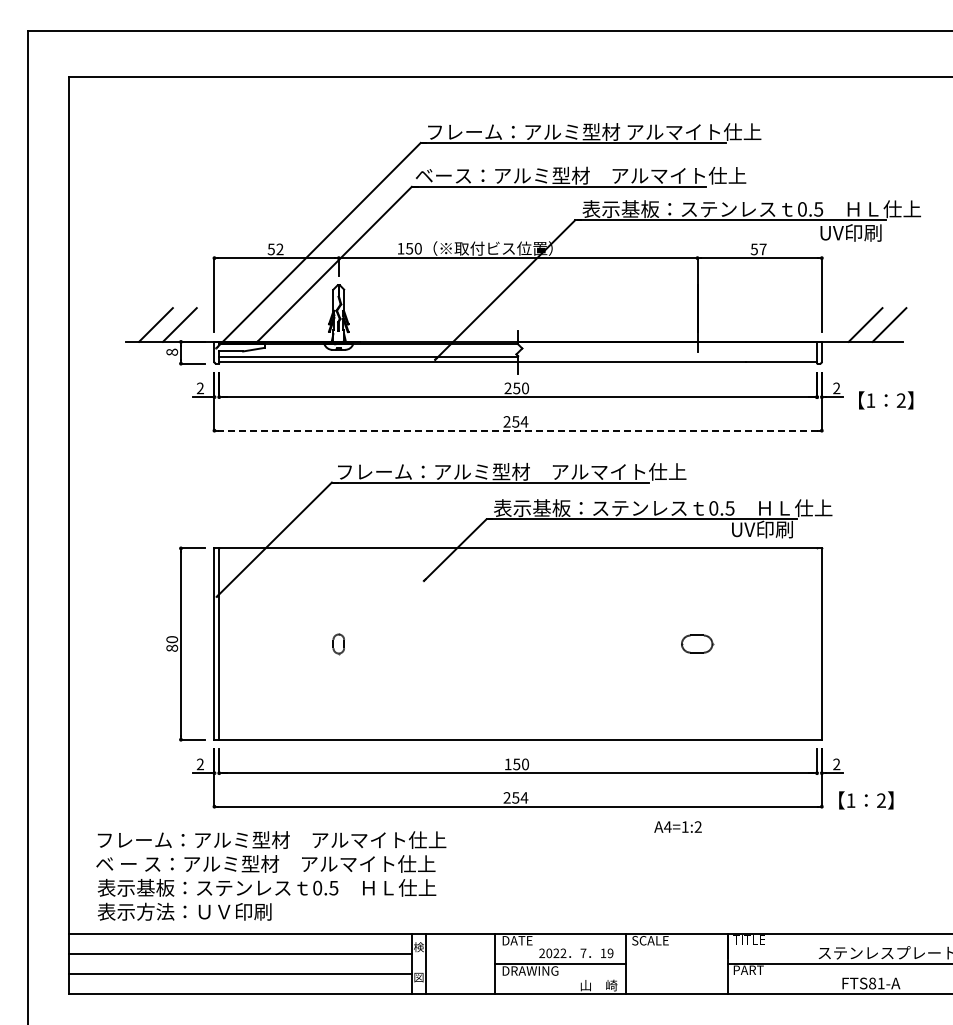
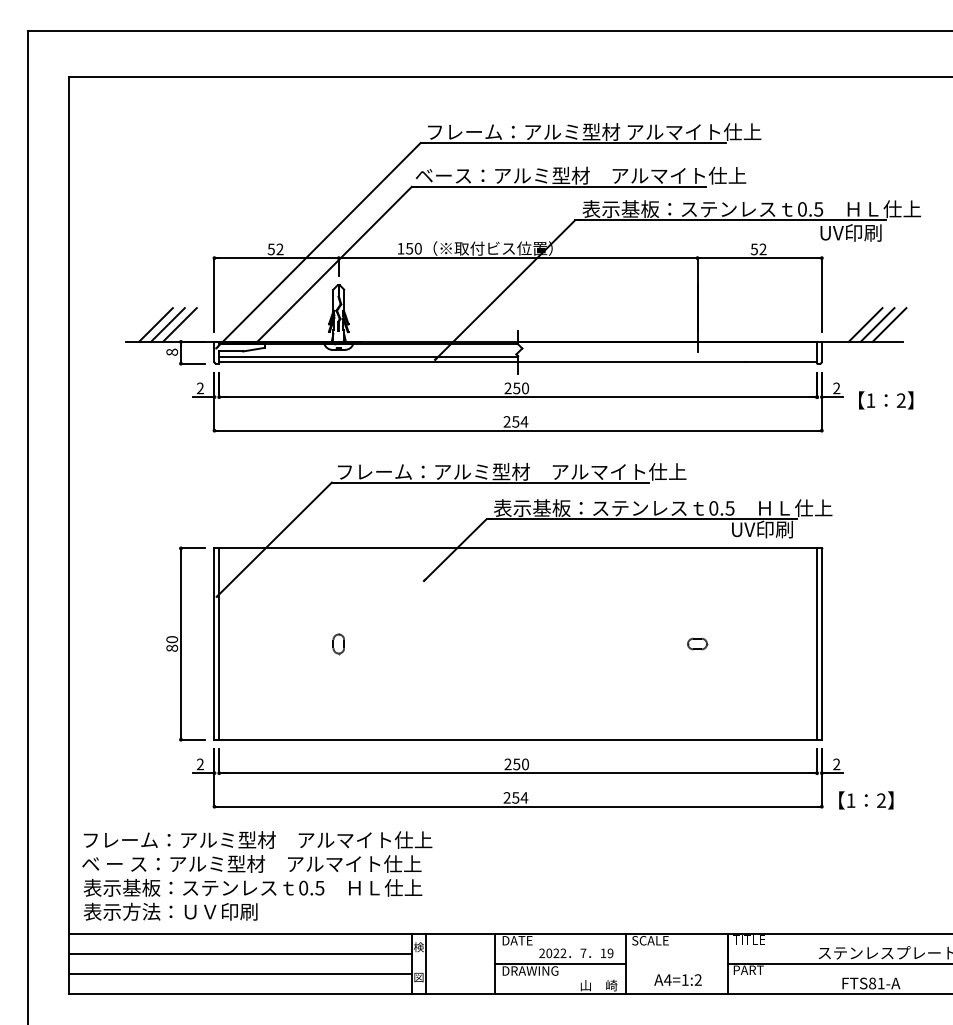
text at (762, 249): 57 -> 52
line at (167, 324): none -> present
line at (877, 324): none -> present
line at (518, 430): dashed -> solid
part at (697, 643) size: 34x20 px -> 22x14 px
line at (817, 643): none -> present
text at (507, 763): 150 -> 250
text at (677, 826) position: (677, 826) -> (677, 979)
text at (271, 875) position: (271, 875) -> (257, 875)
